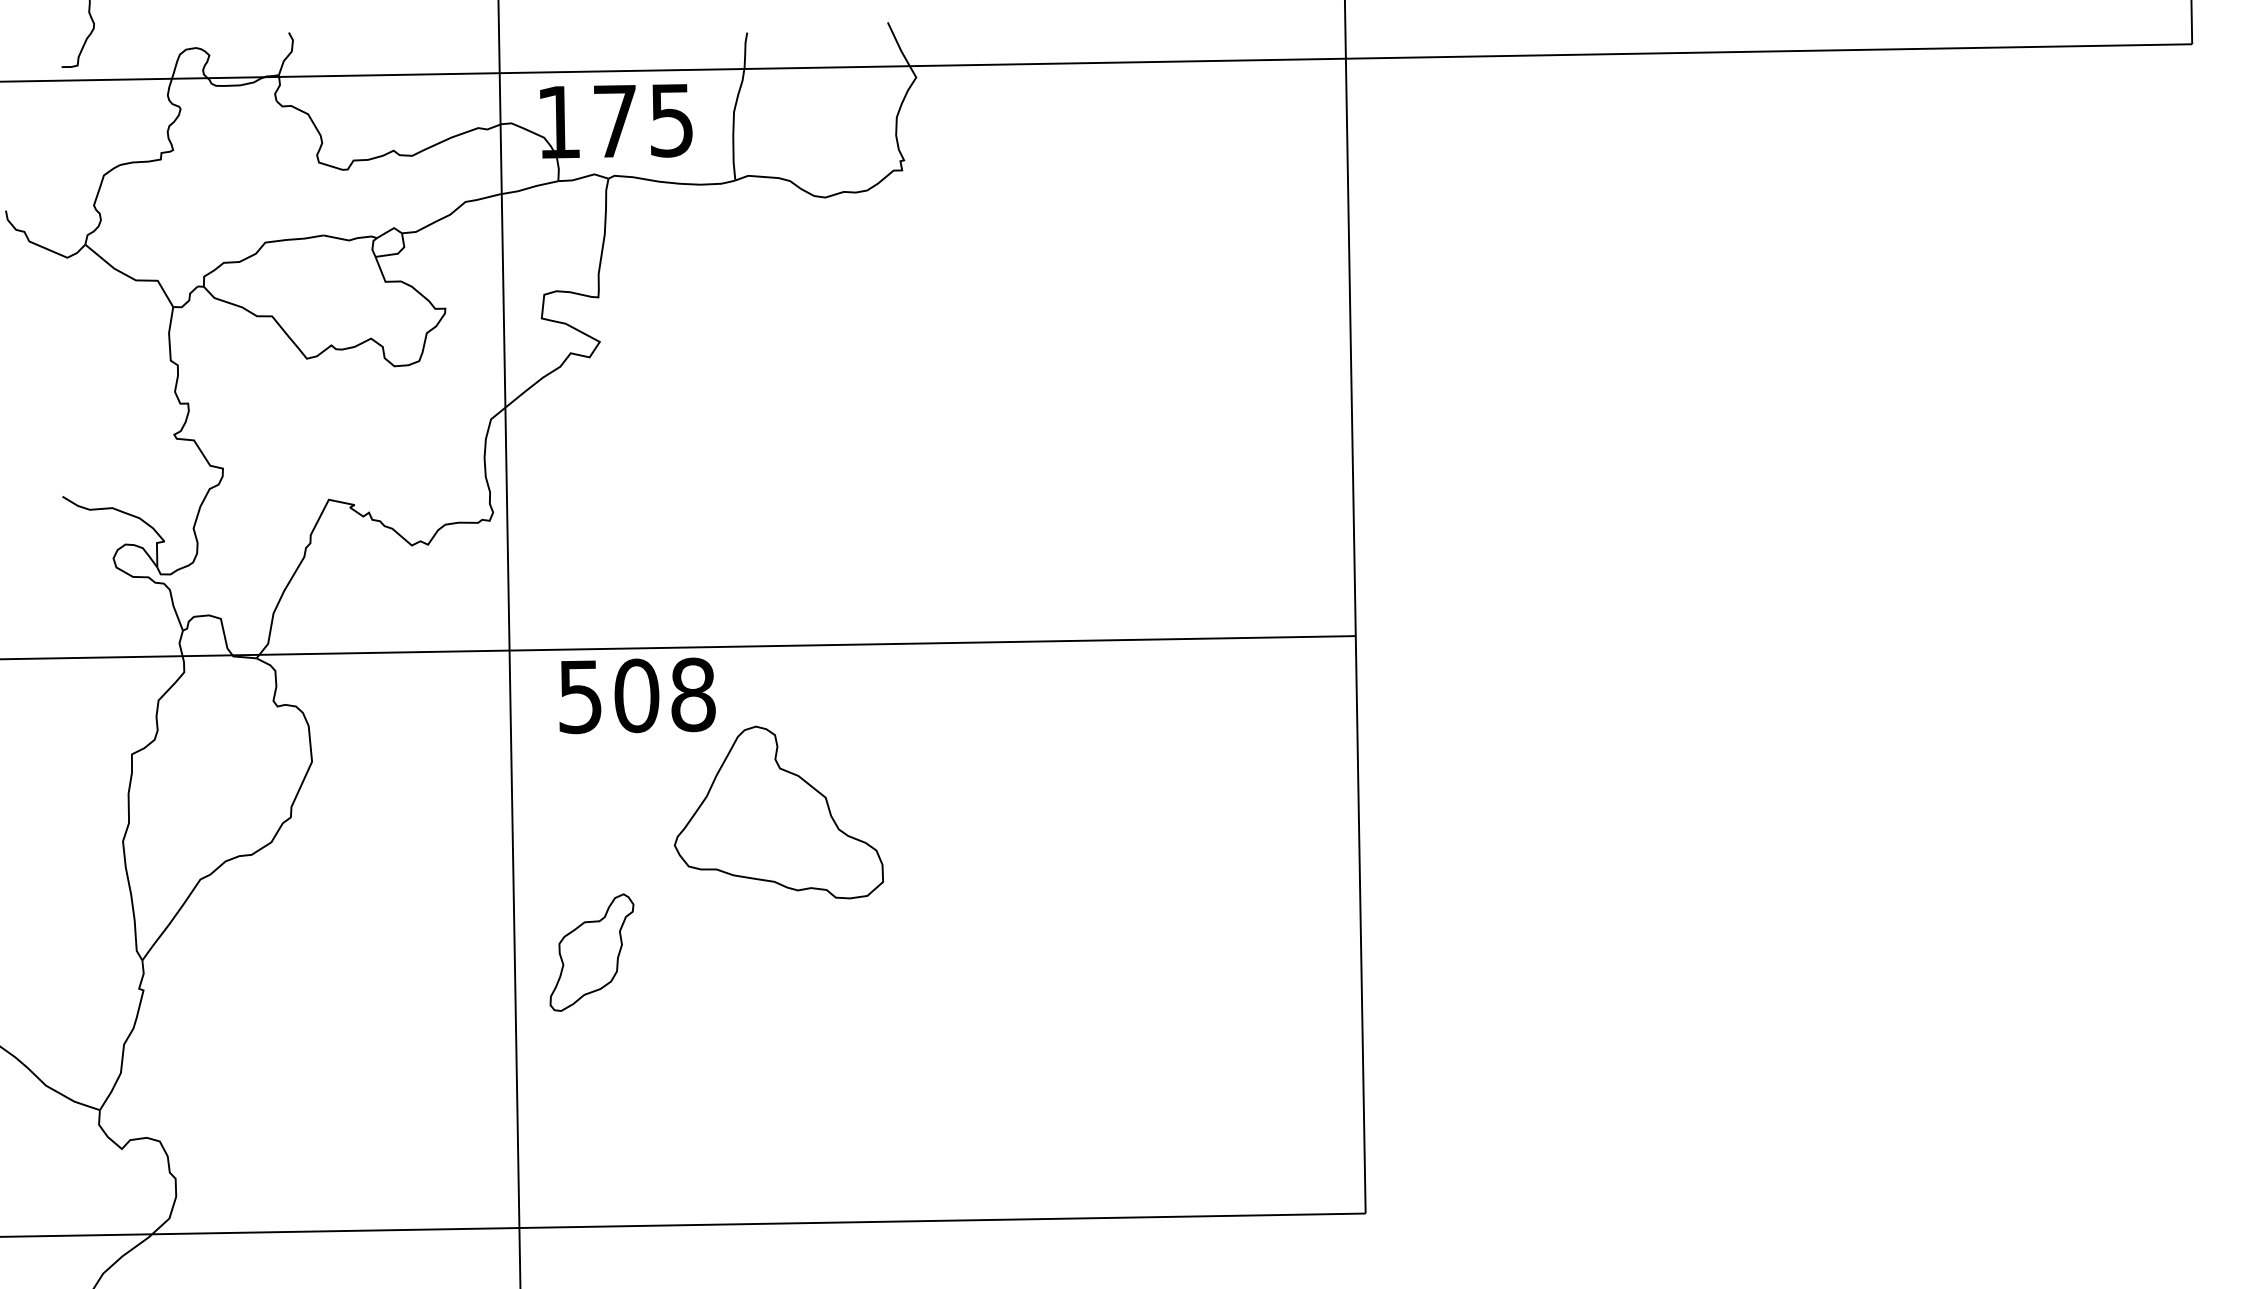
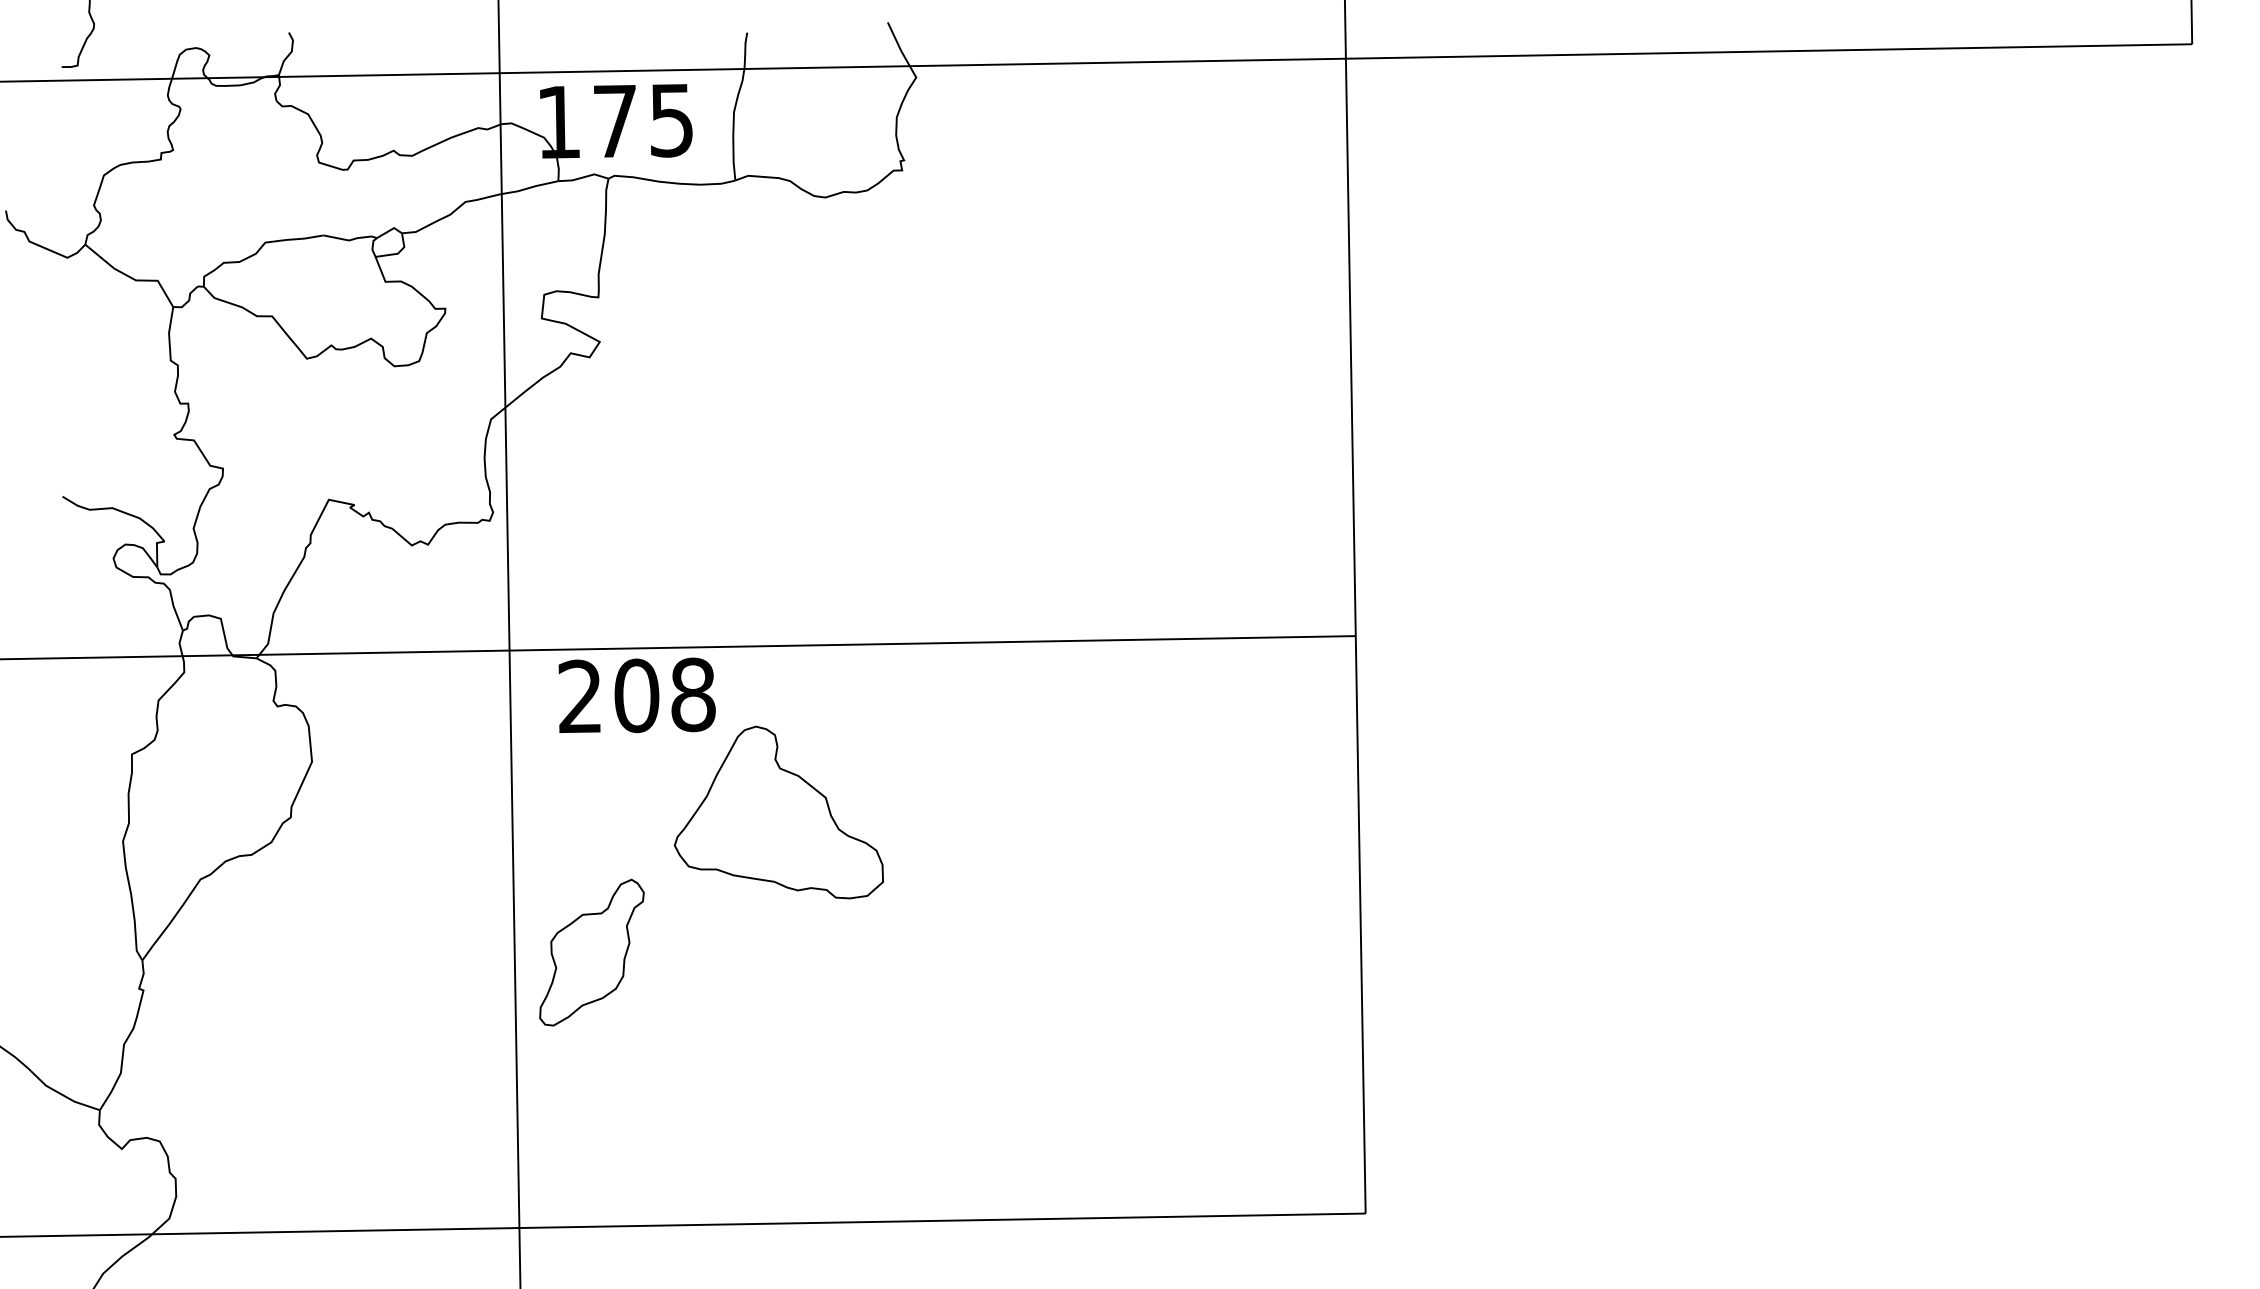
text at (579, 696): 508 -> 208
part at (591, 952) size: 86x119 px -> 106x149 px
